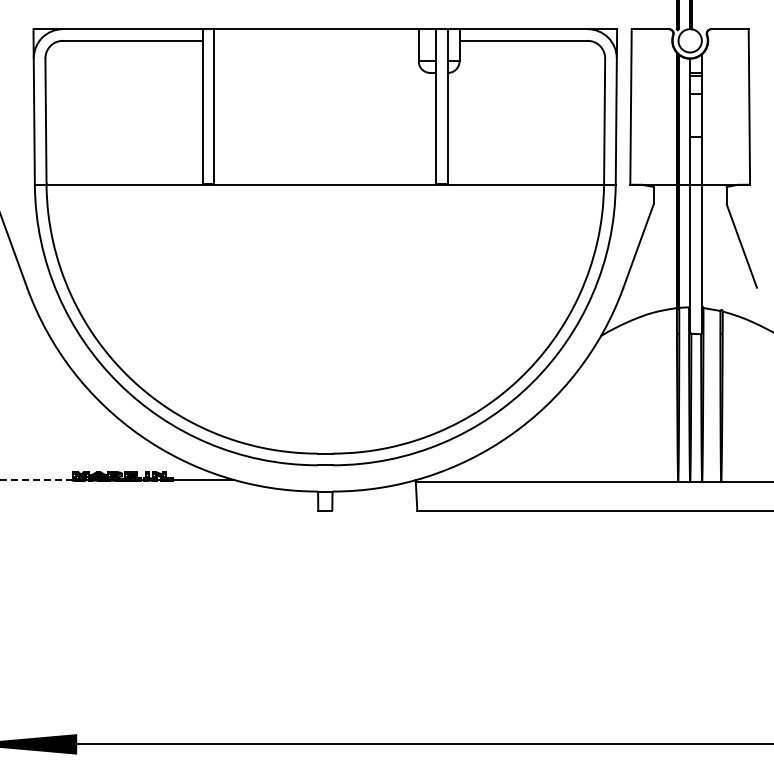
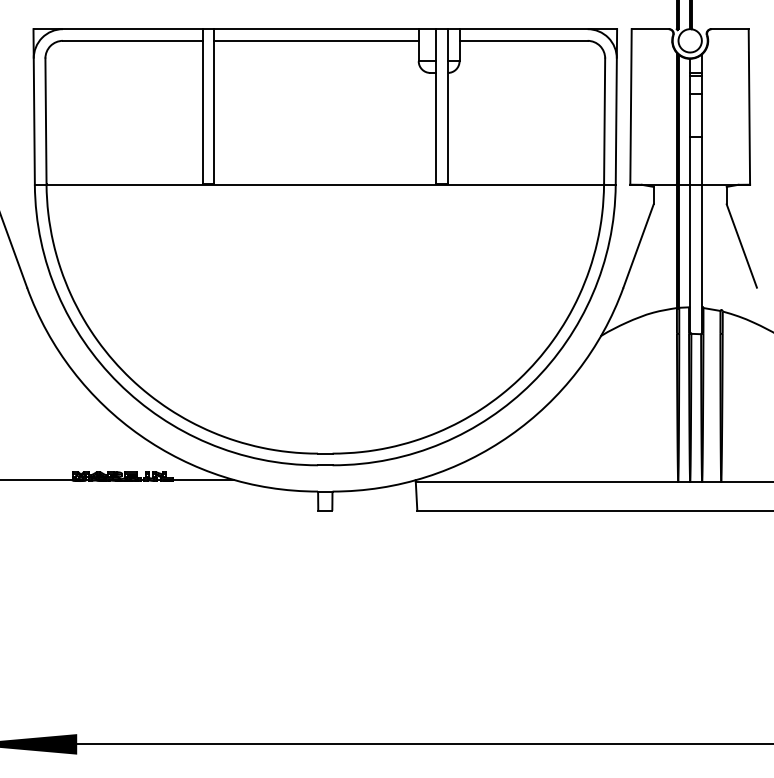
line at (316, 40): none -> present
line at (36, 479): dashed -> solid
